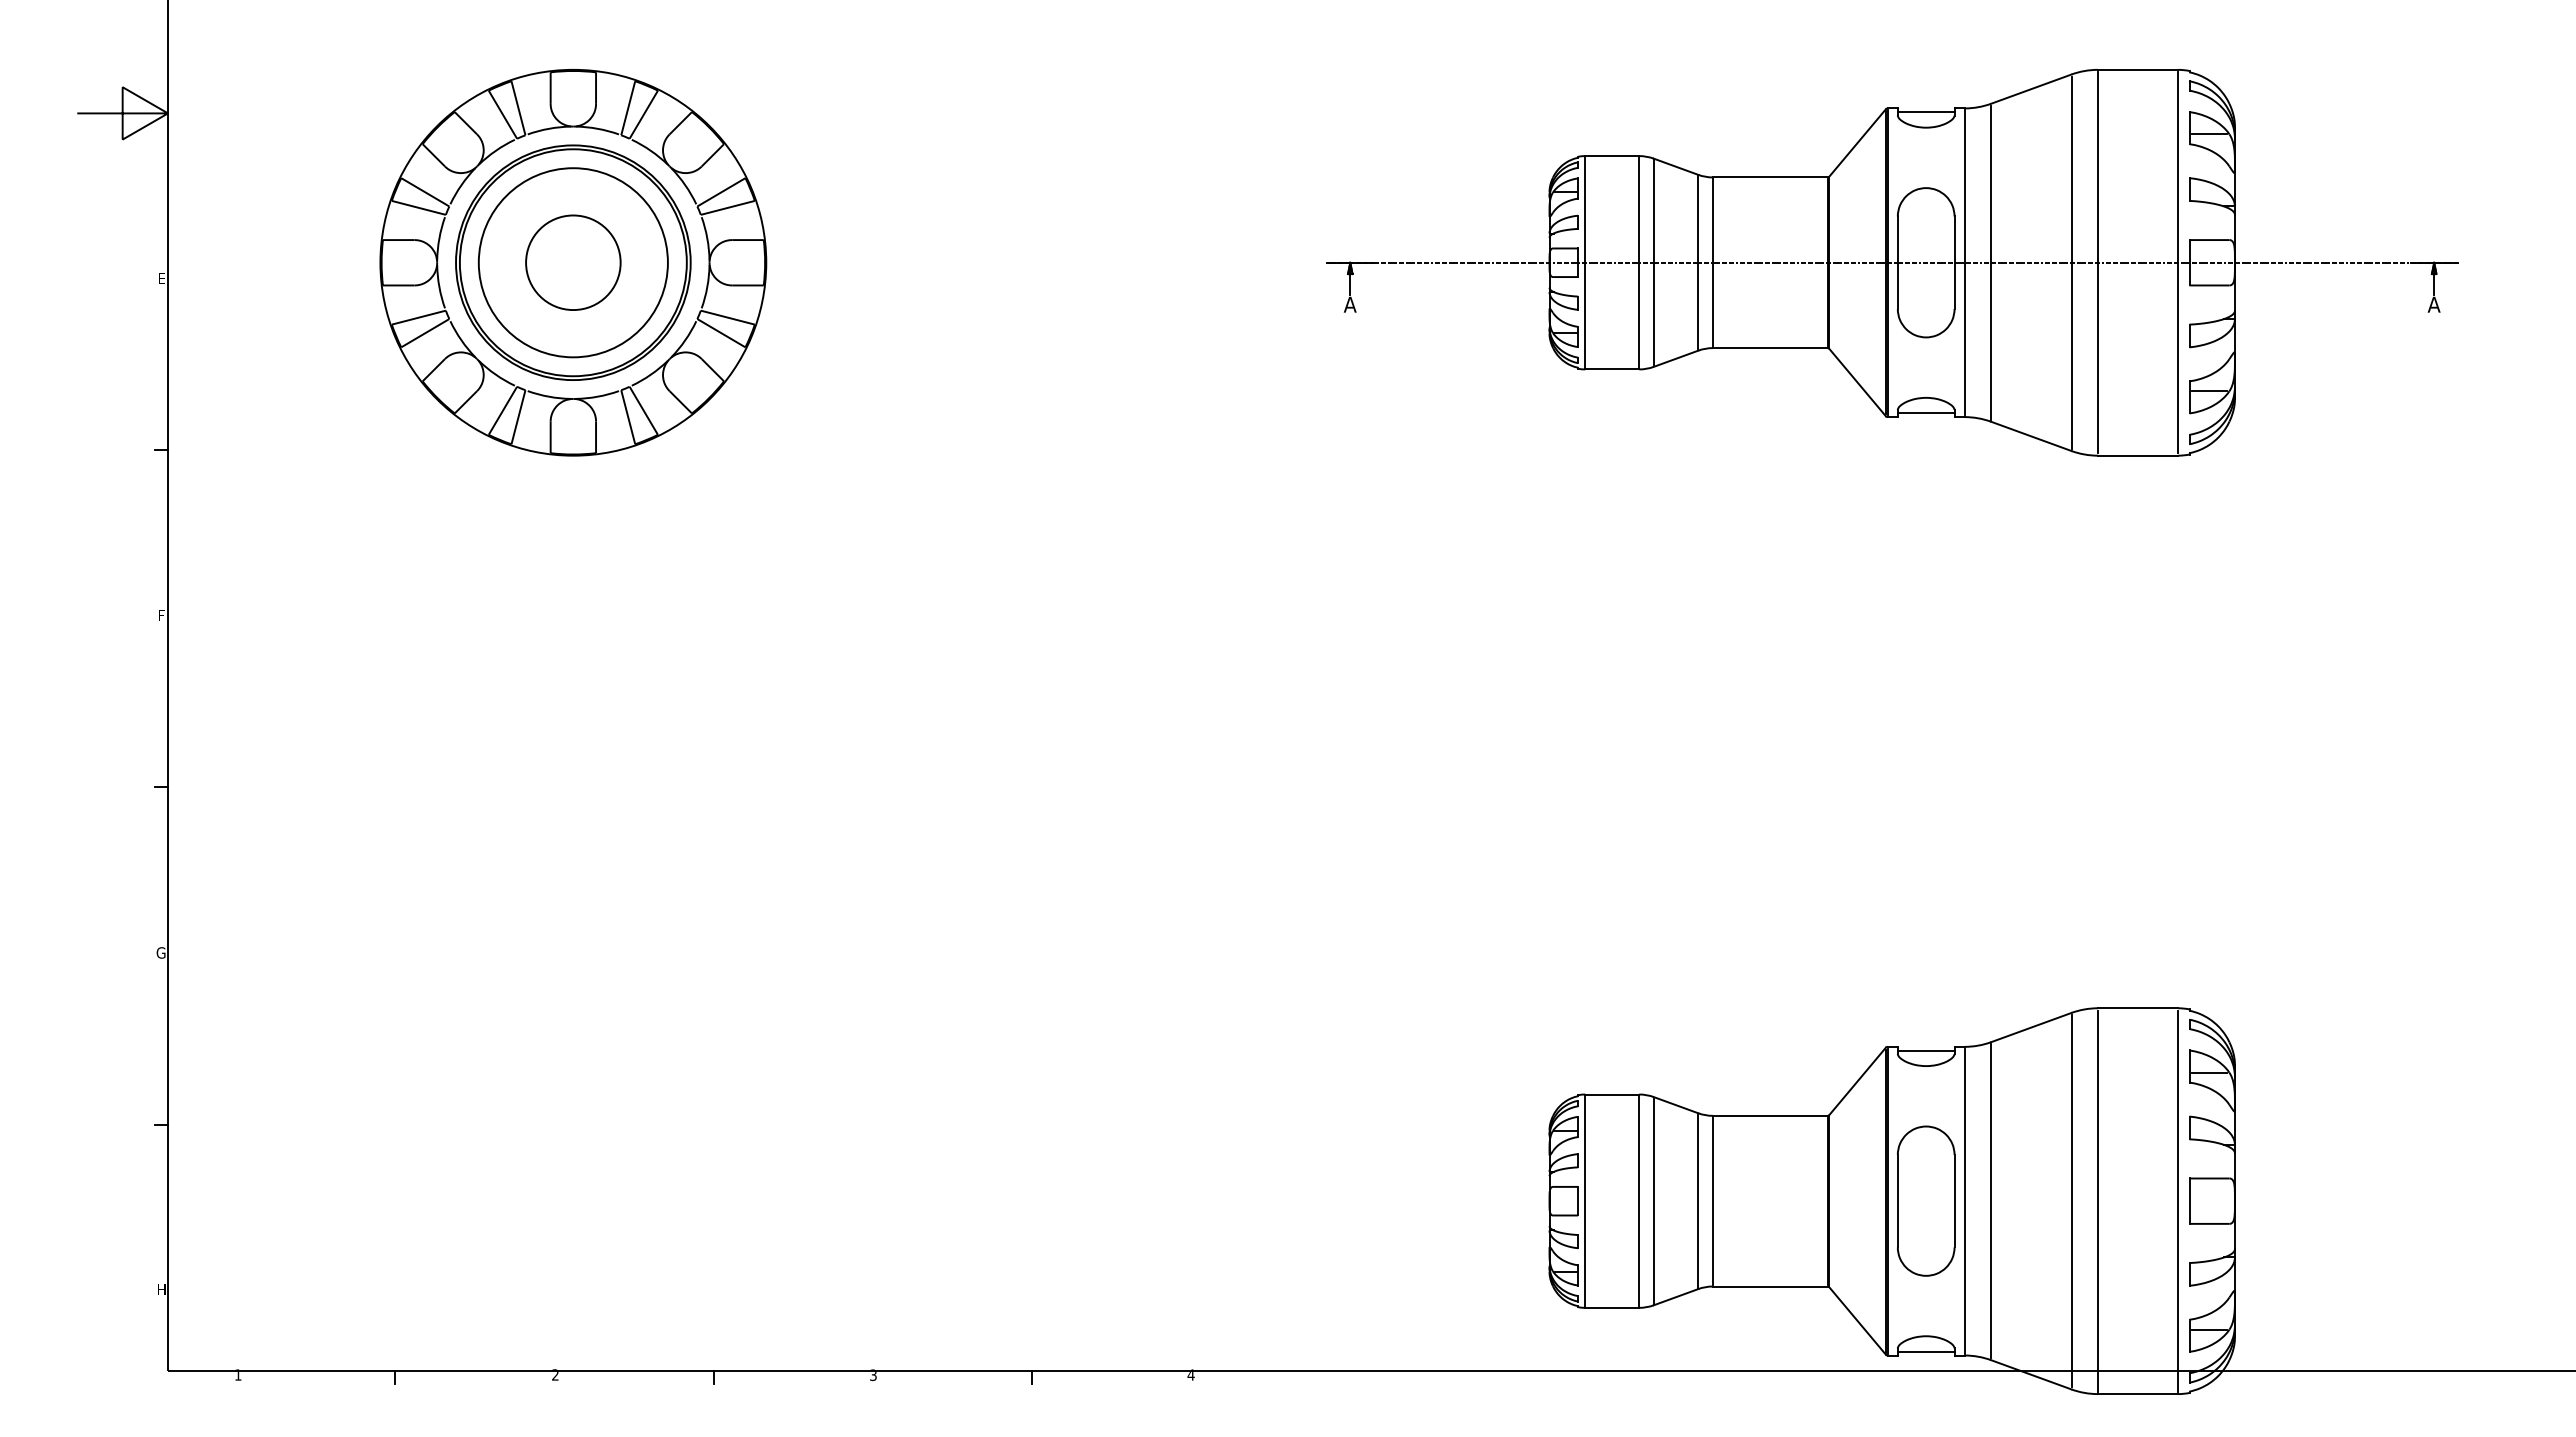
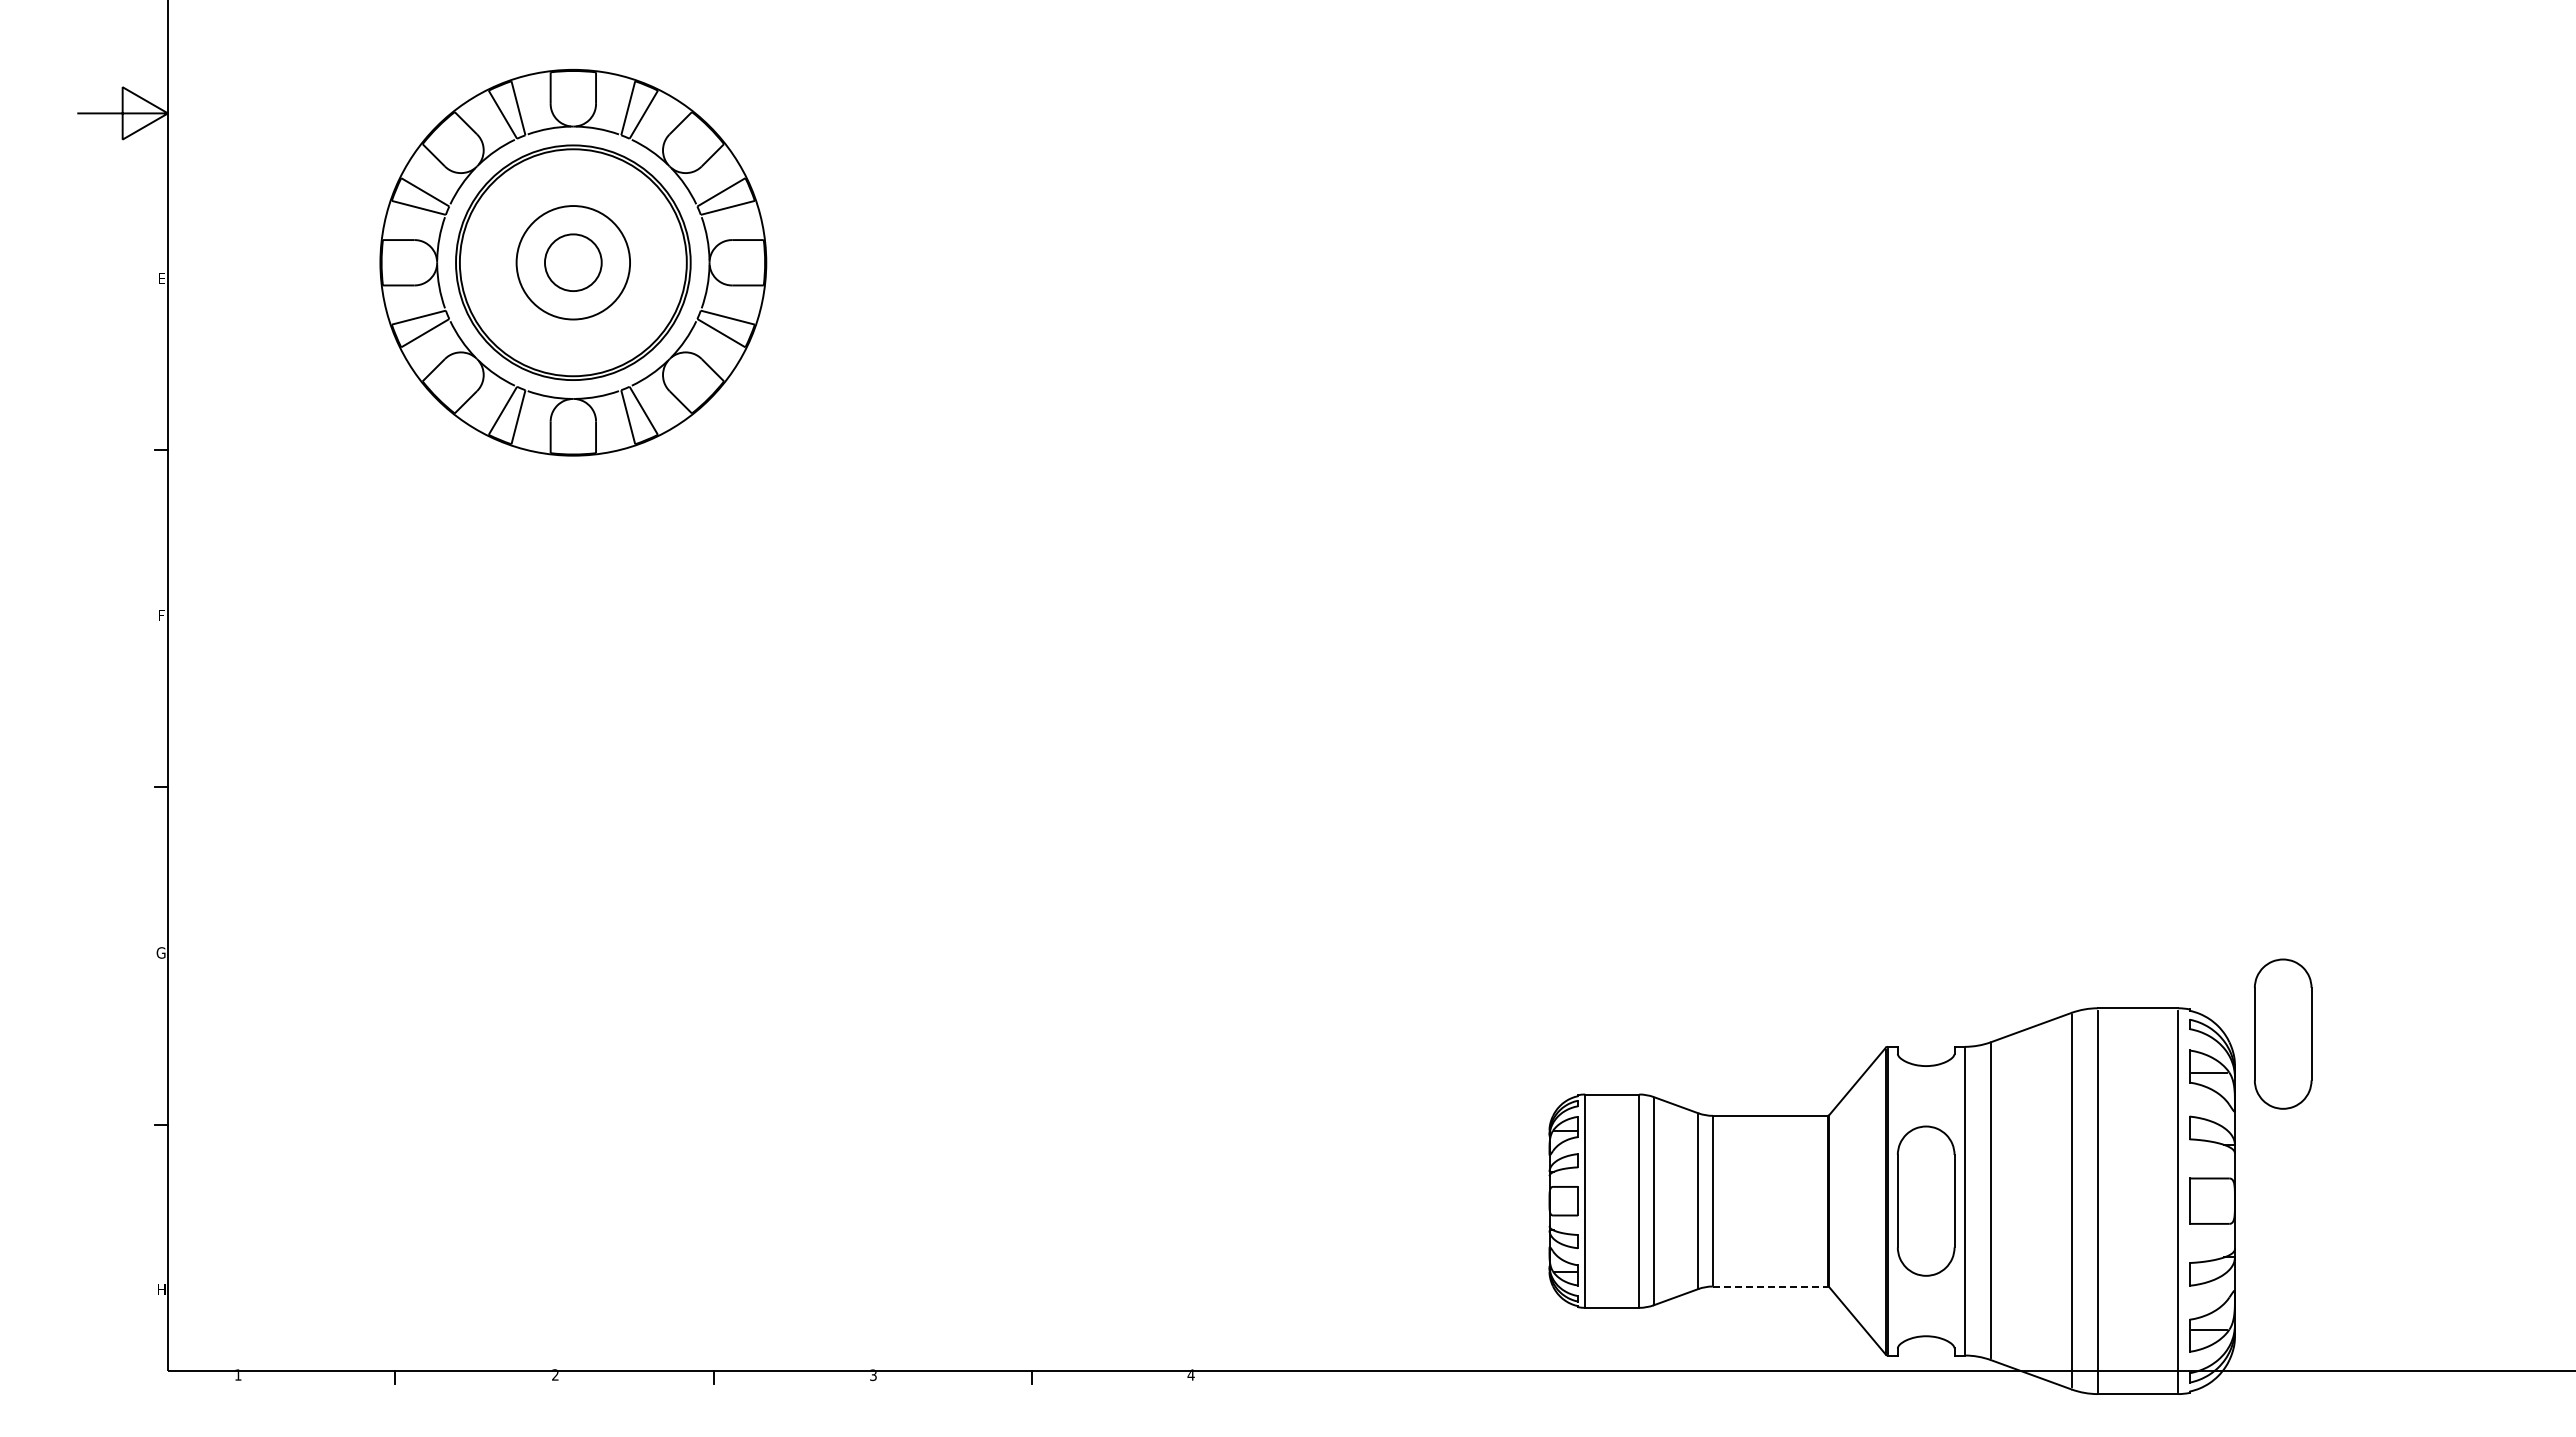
circle at (572, 262) diameter: 189 px -> 113 px
circle at (573, 262) diameter: 95 px -> 57 px
part at (1892, 262): present -> none
part at (2283, 1033): none -> present
line at (1925, 1050): present -> none
line at (1770, 1286): solid -> dashed
line at (1925, 1351): present -> none
